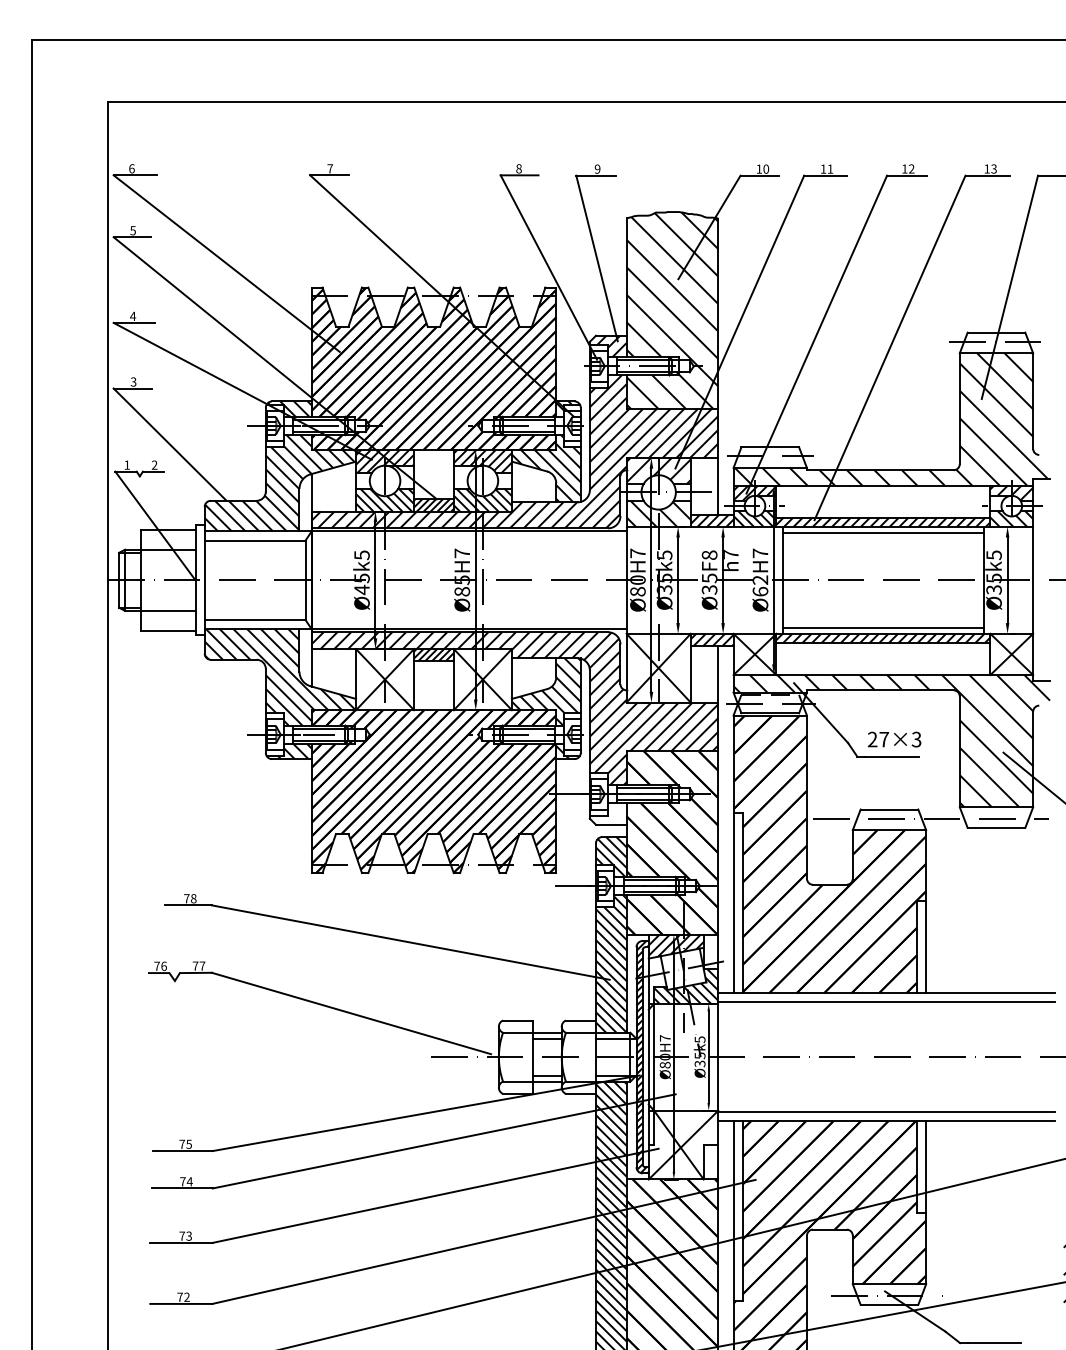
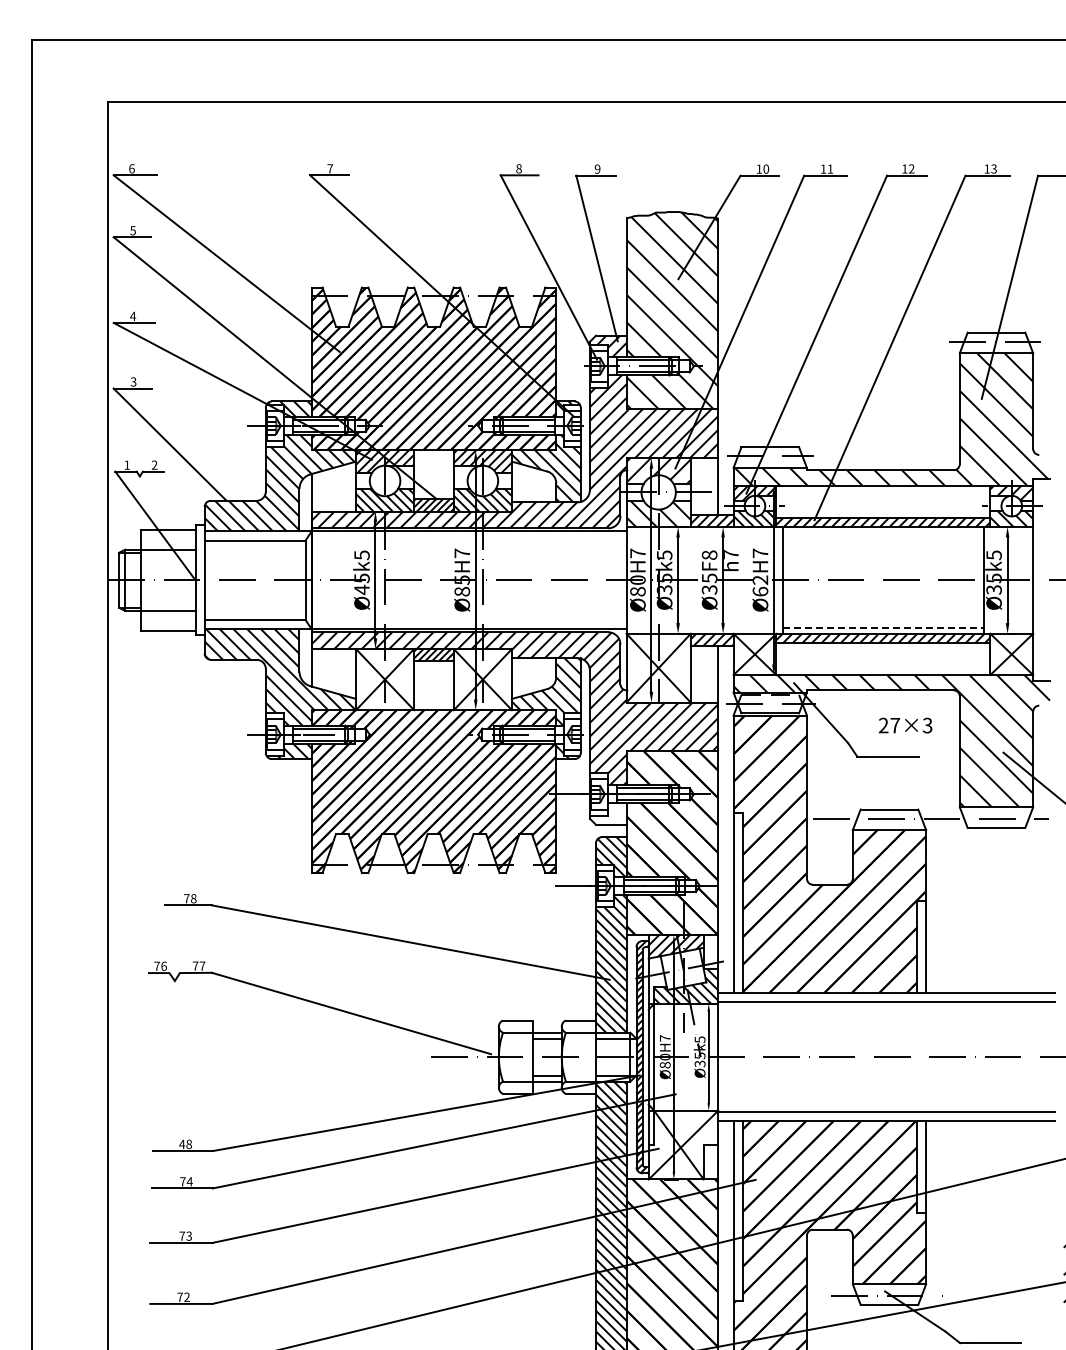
line at (883, 532): present -> none
line at (883, 627): solid -> dashed
text at (894, 739) position: (894, 739) -> (905, 725)
text at (185, 1143): 75 -> 48
